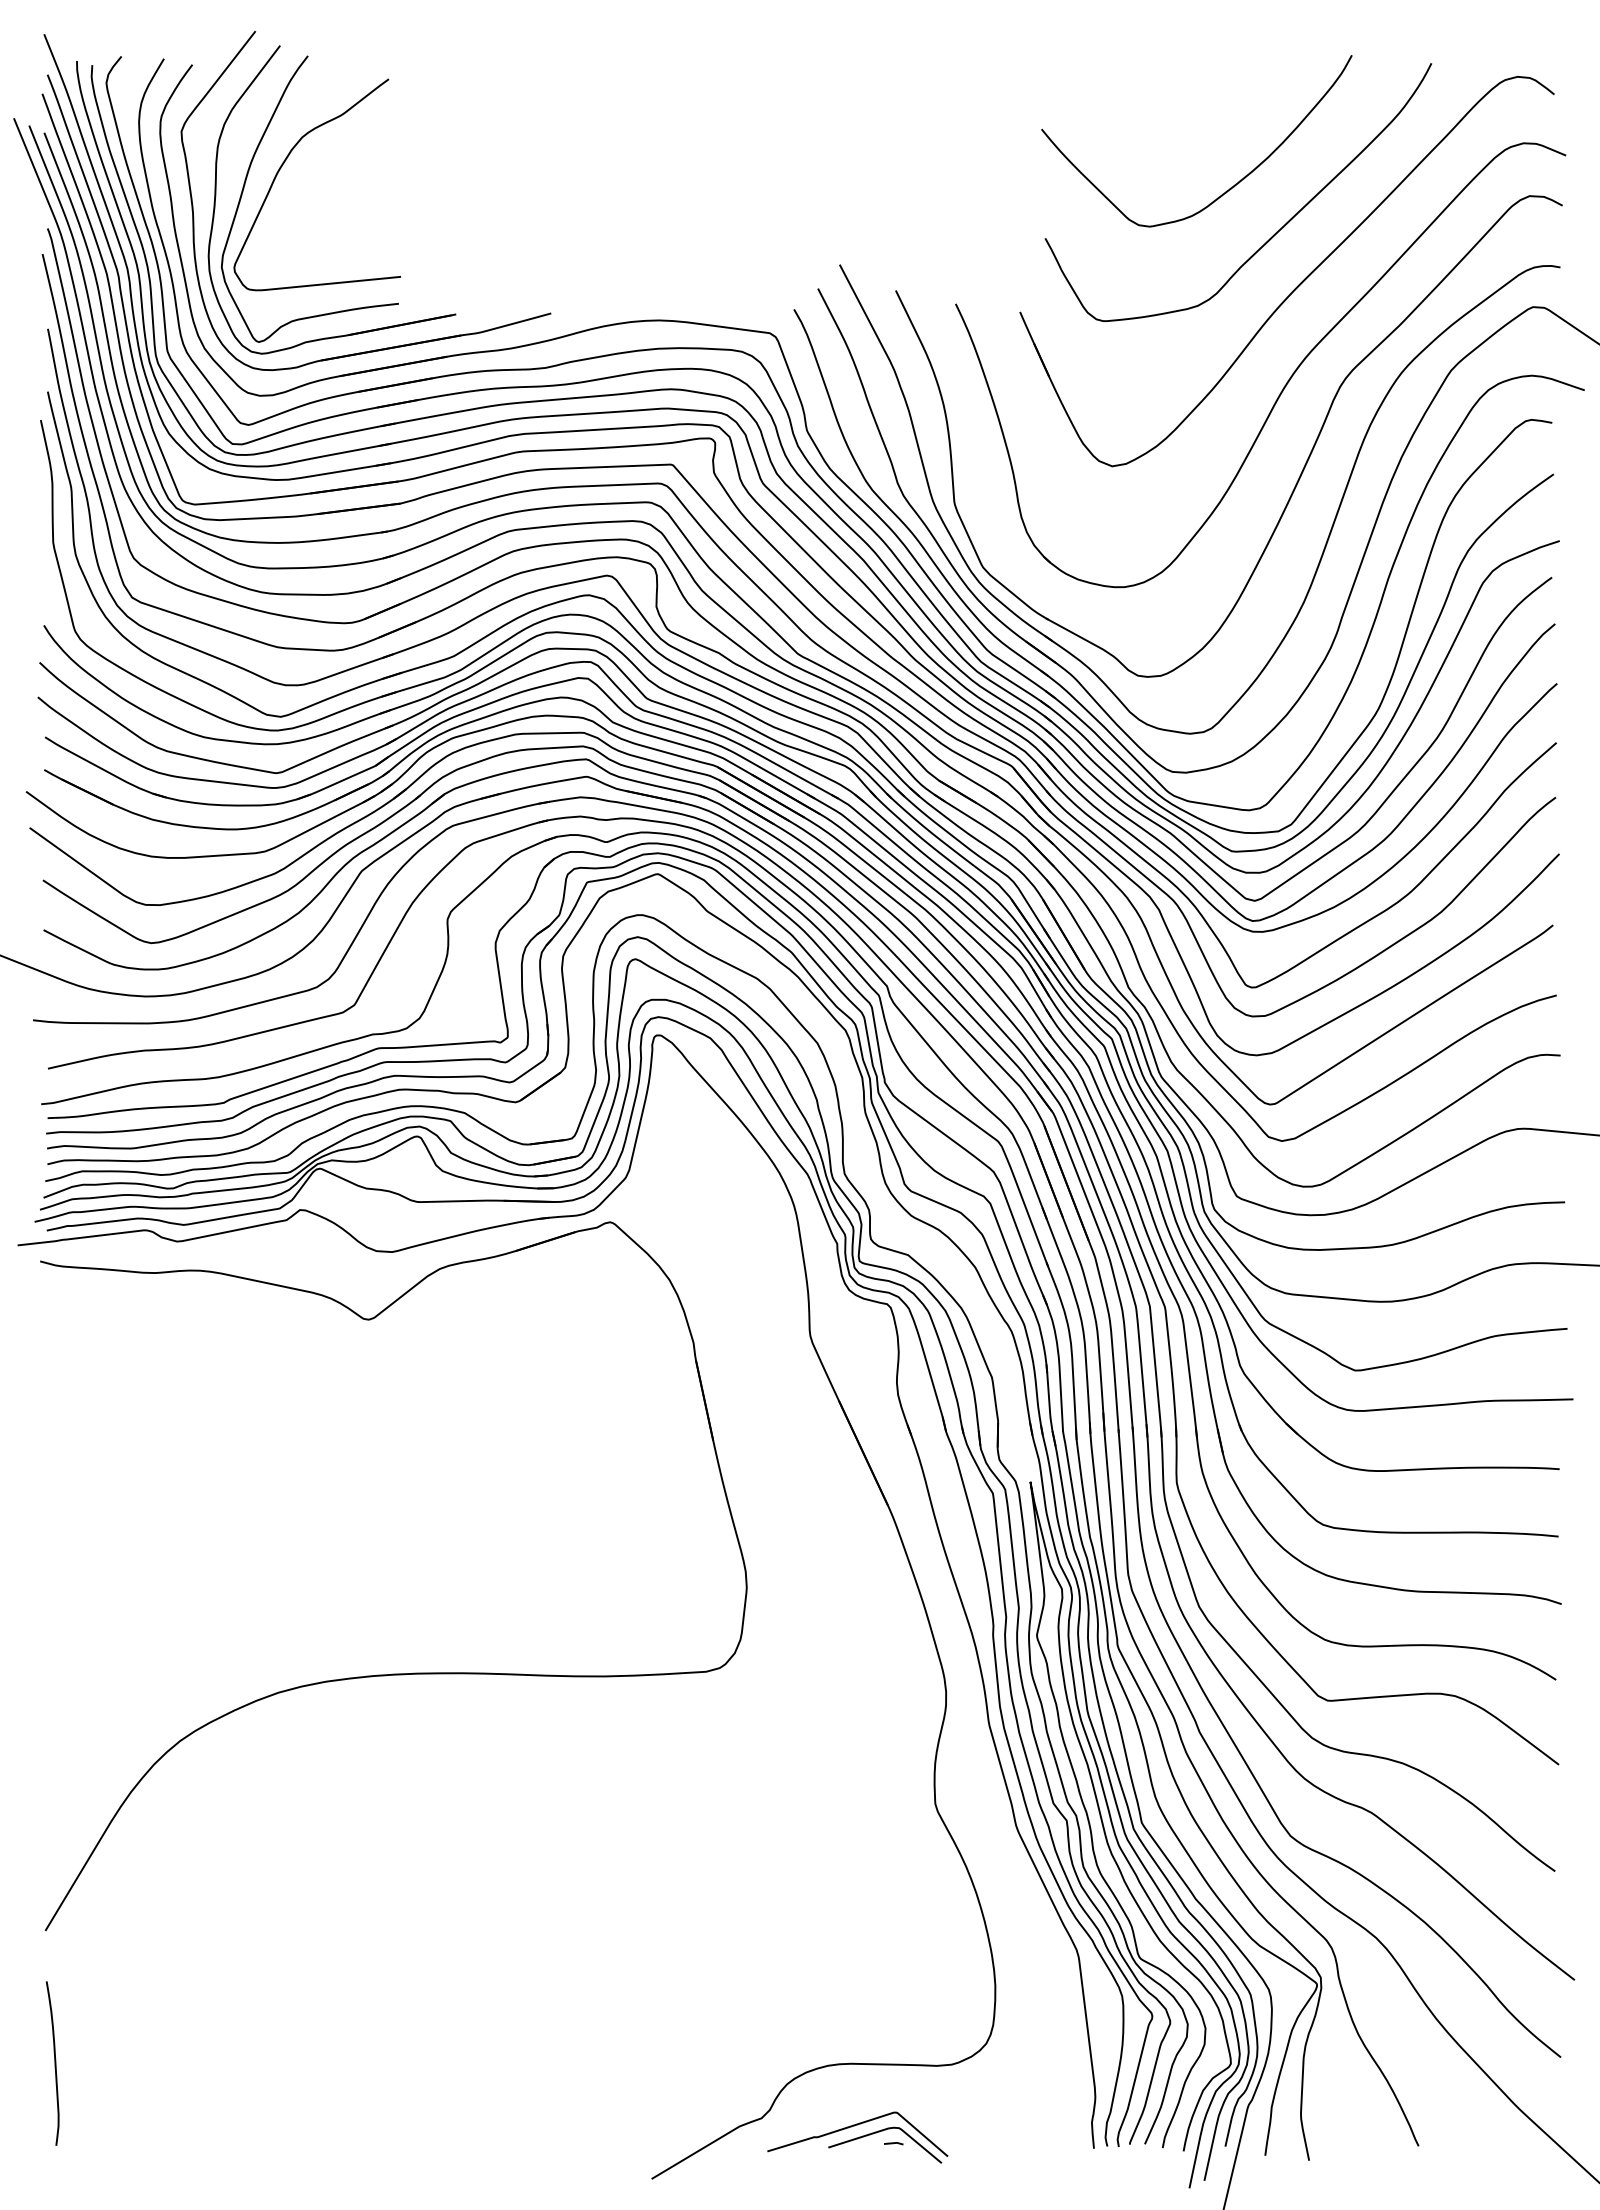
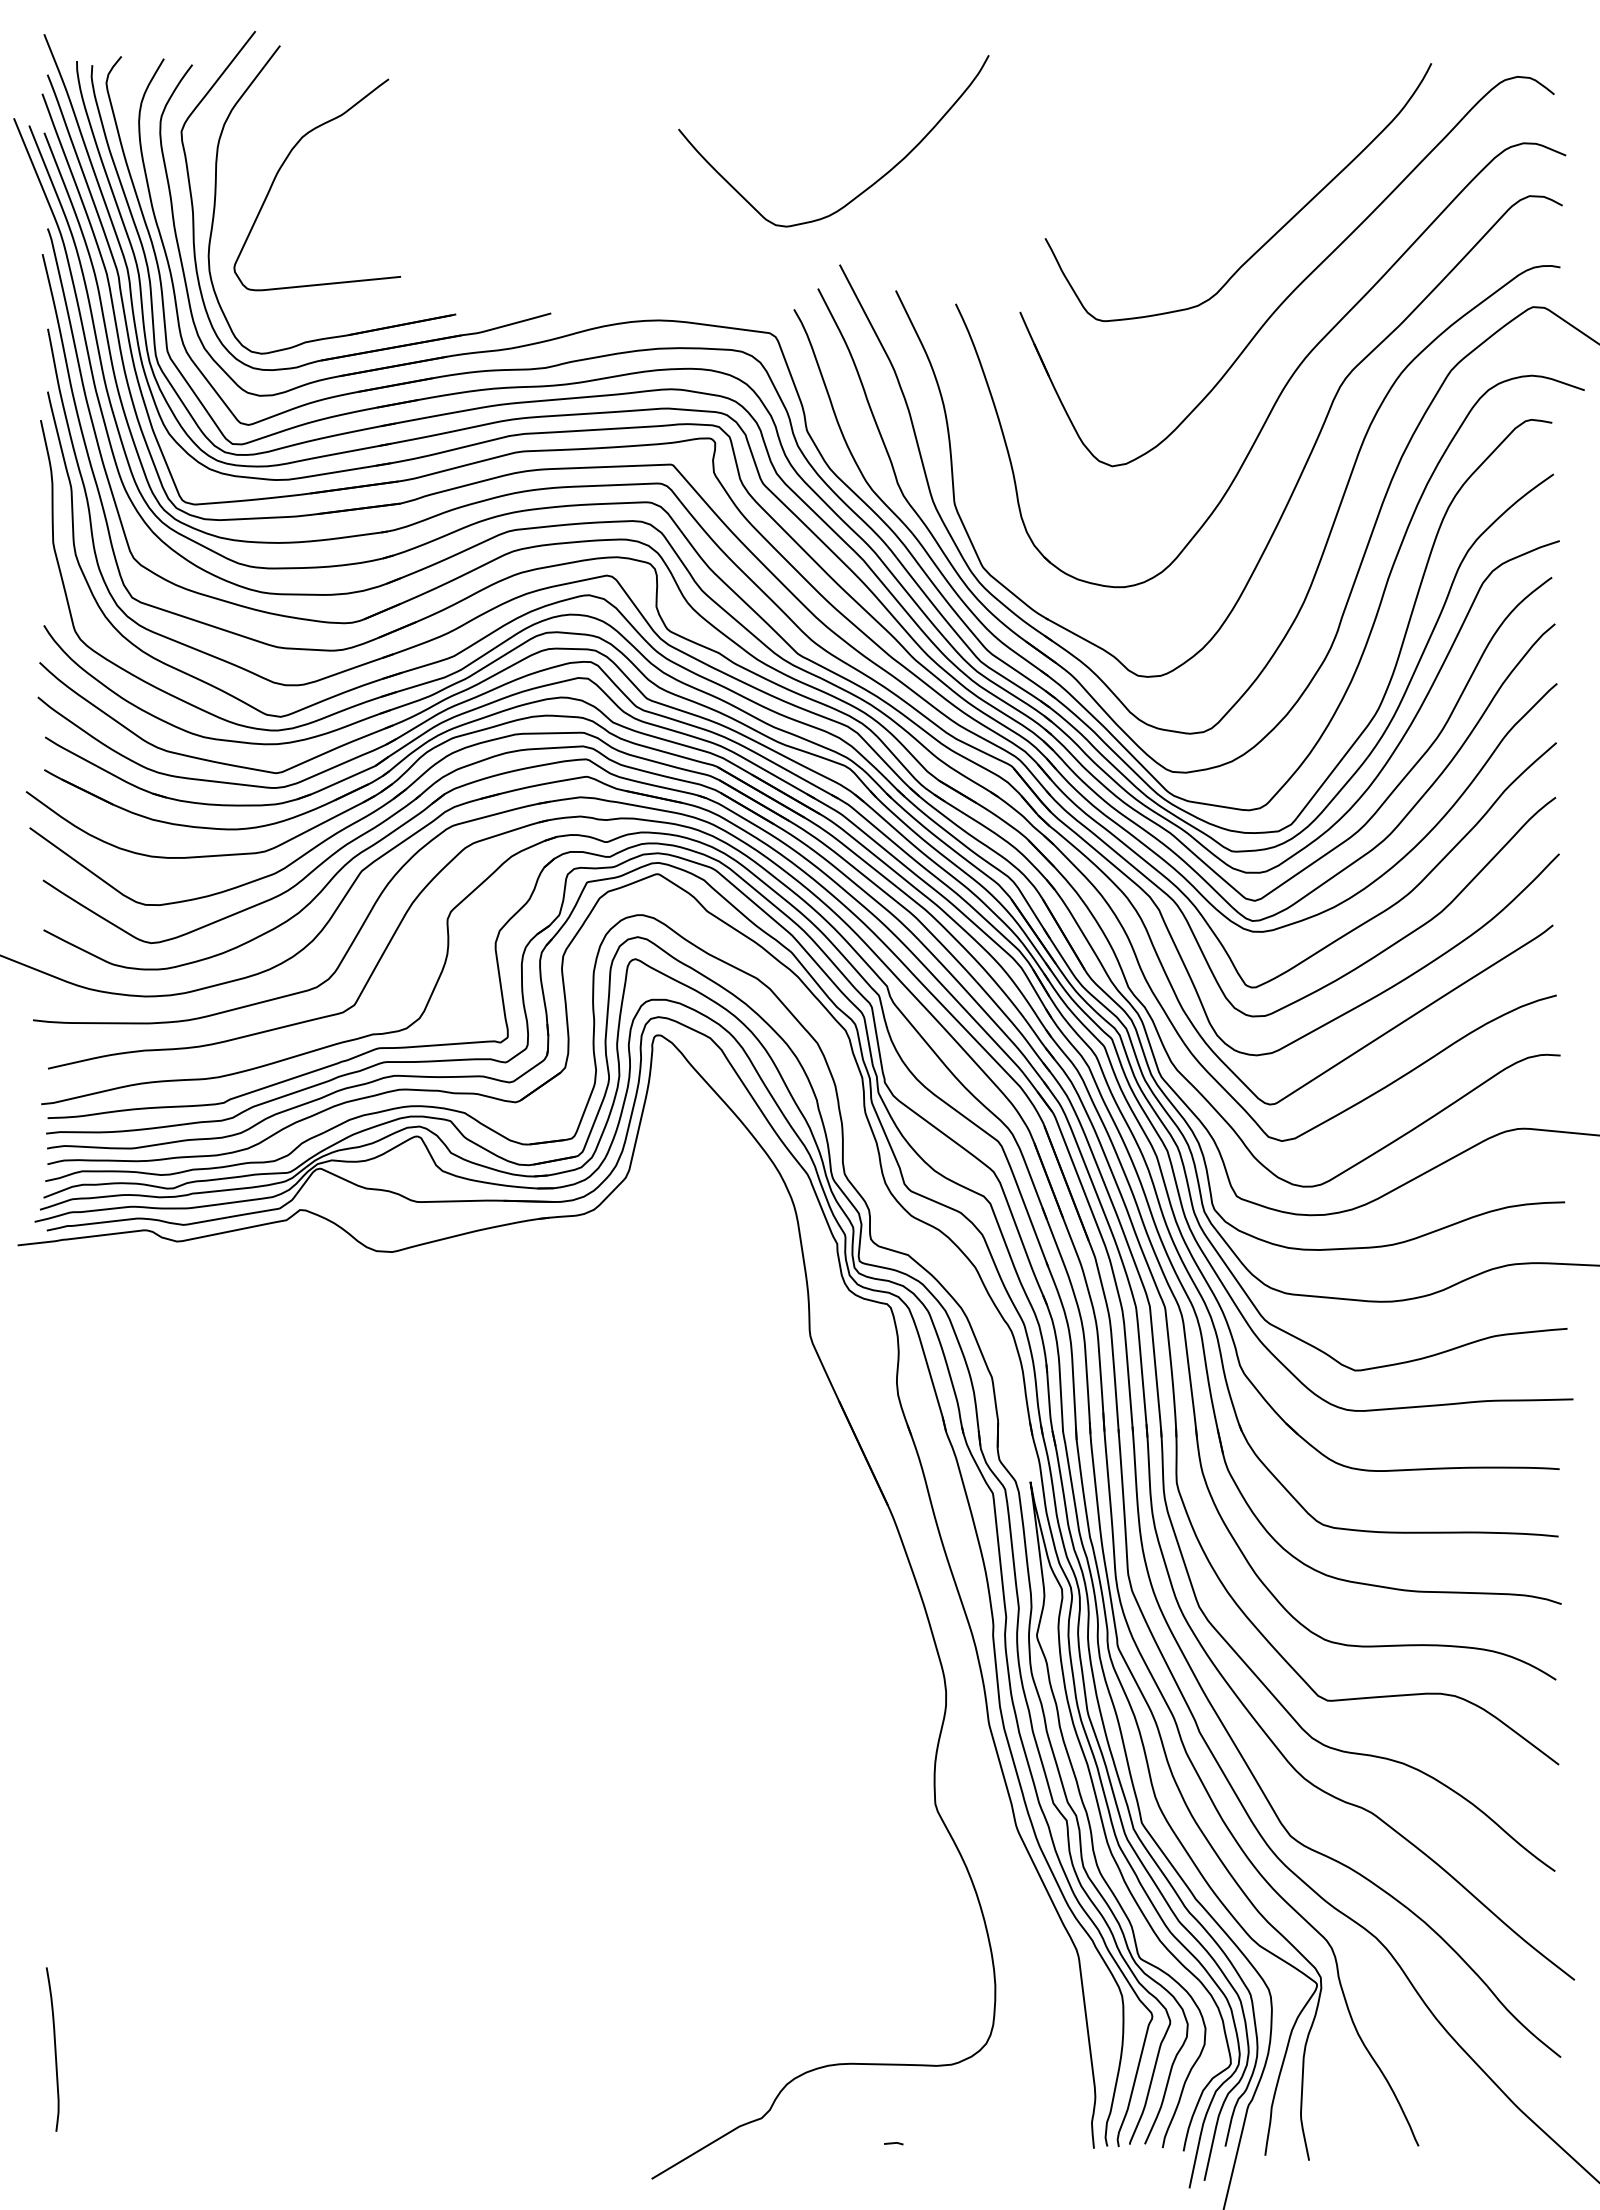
curve at (246, 181): present -> none
curve at (1230, 187) position: (1230, 187) -> (867, 187)
part at (393, 1673): present -> none
curve at (54, 2063) position: (54, 2063) -> (54, 2049)
part at (857, 2137): present -> none
